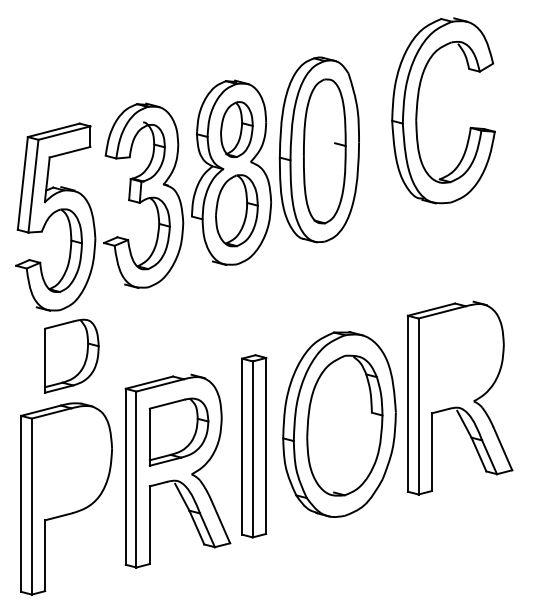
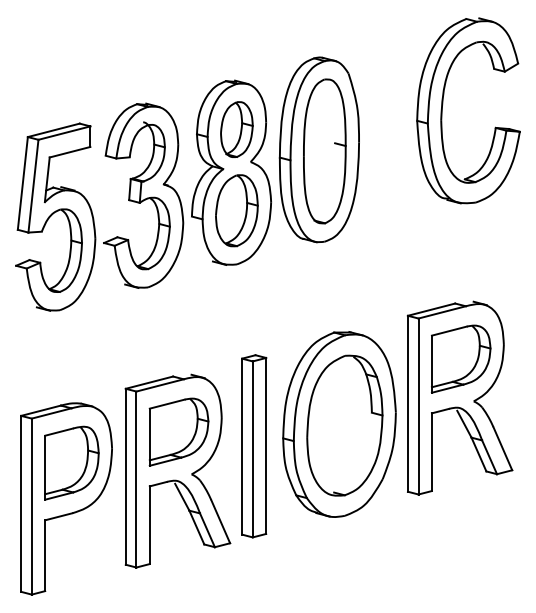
part at (418, 104) position: (418, 104) -> (443, 104)
part at (71, 355) position: (71, 355) -> (71, 462)
part at (461, 358): none -> present
